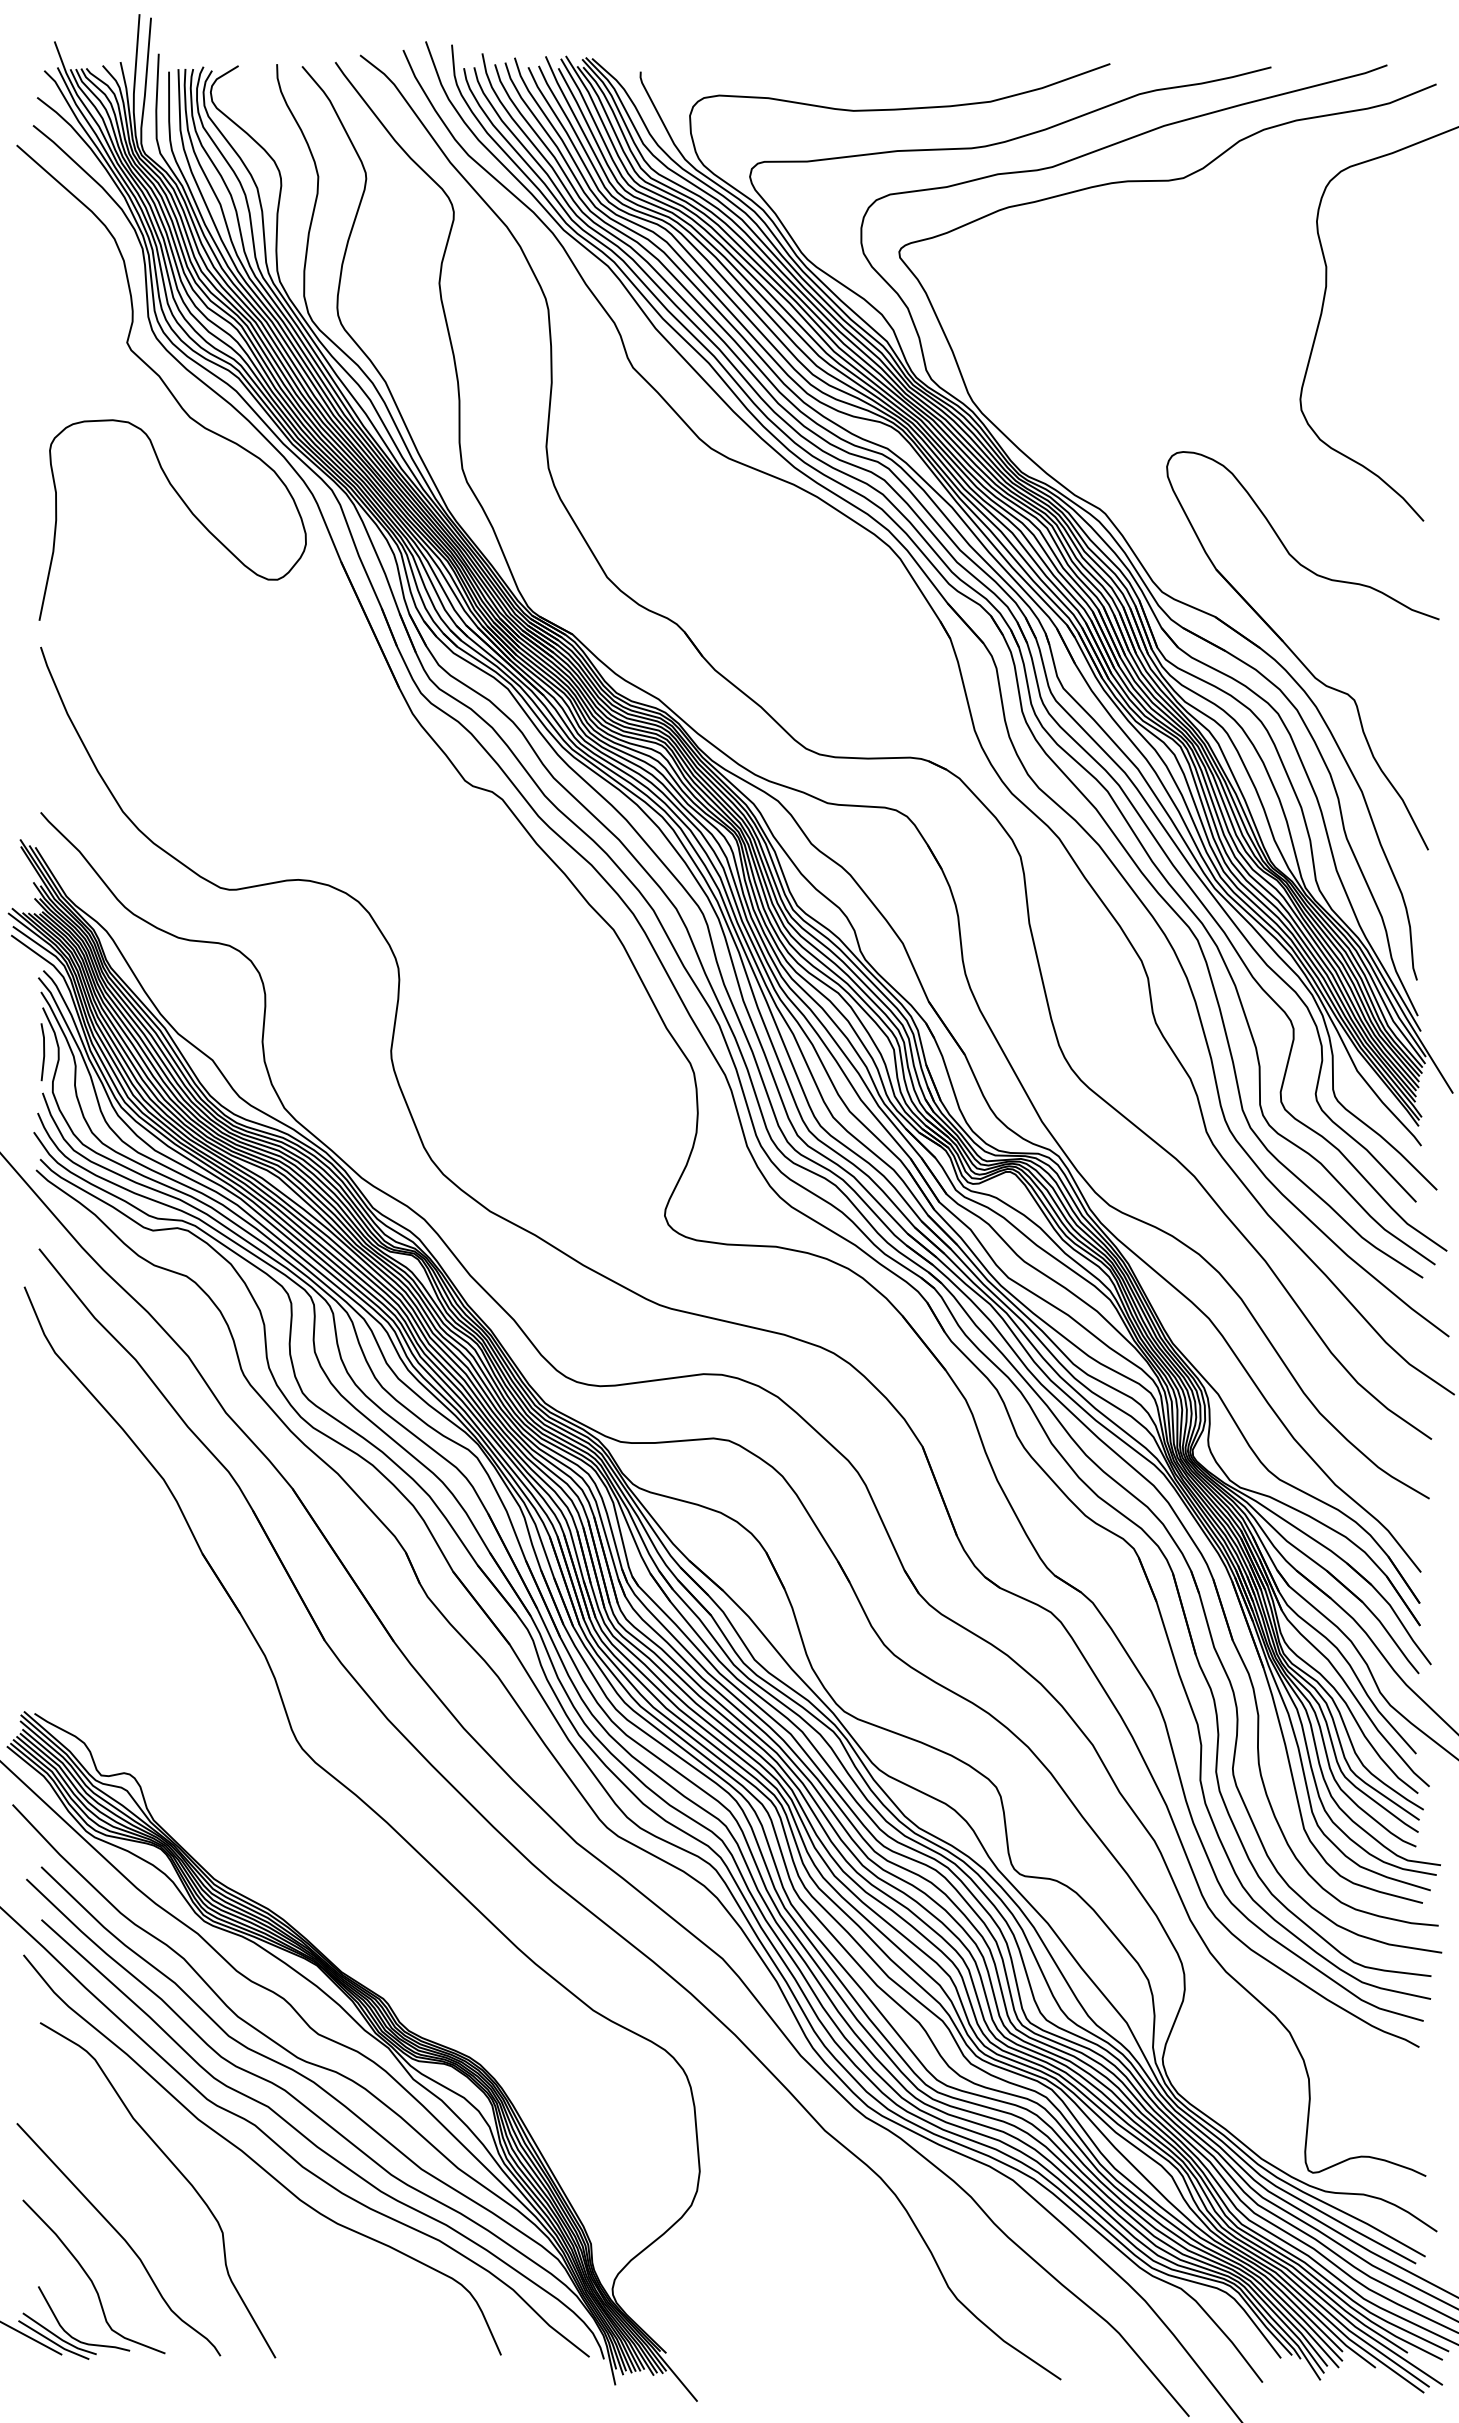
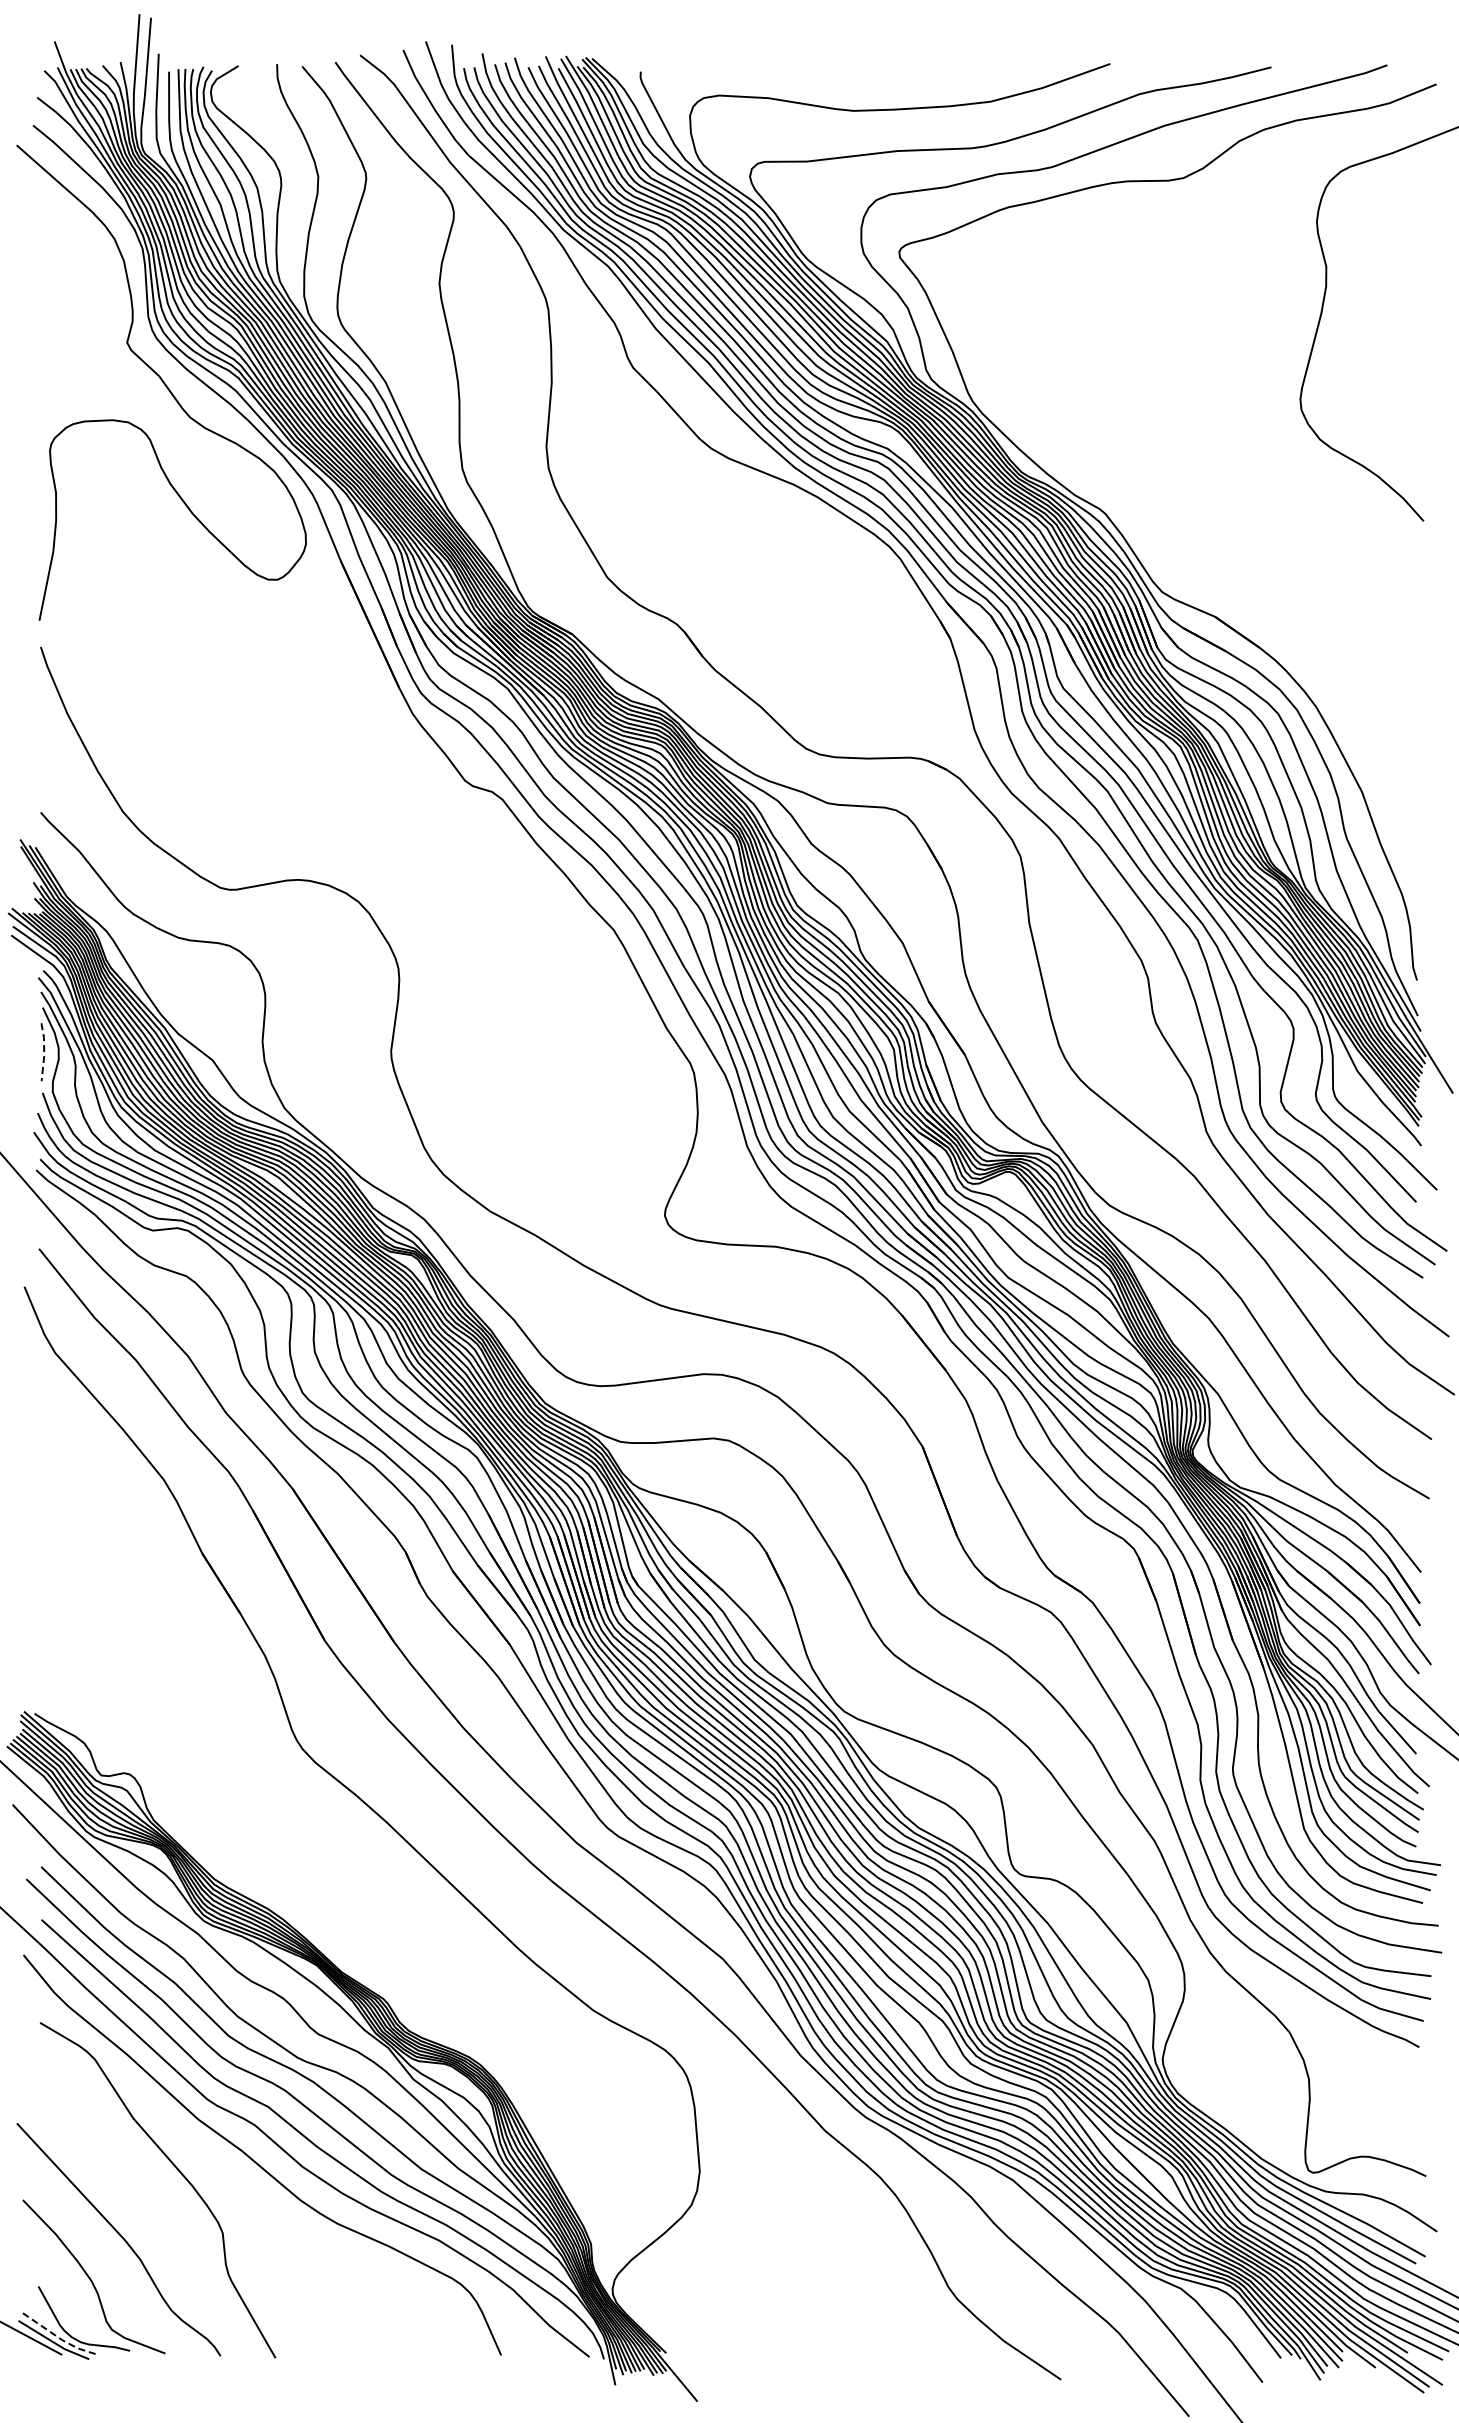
part at (1296, 655): present -> none
line at (44, 1052): solid -> dashed
line at (59, 2338): solid -> dashed
